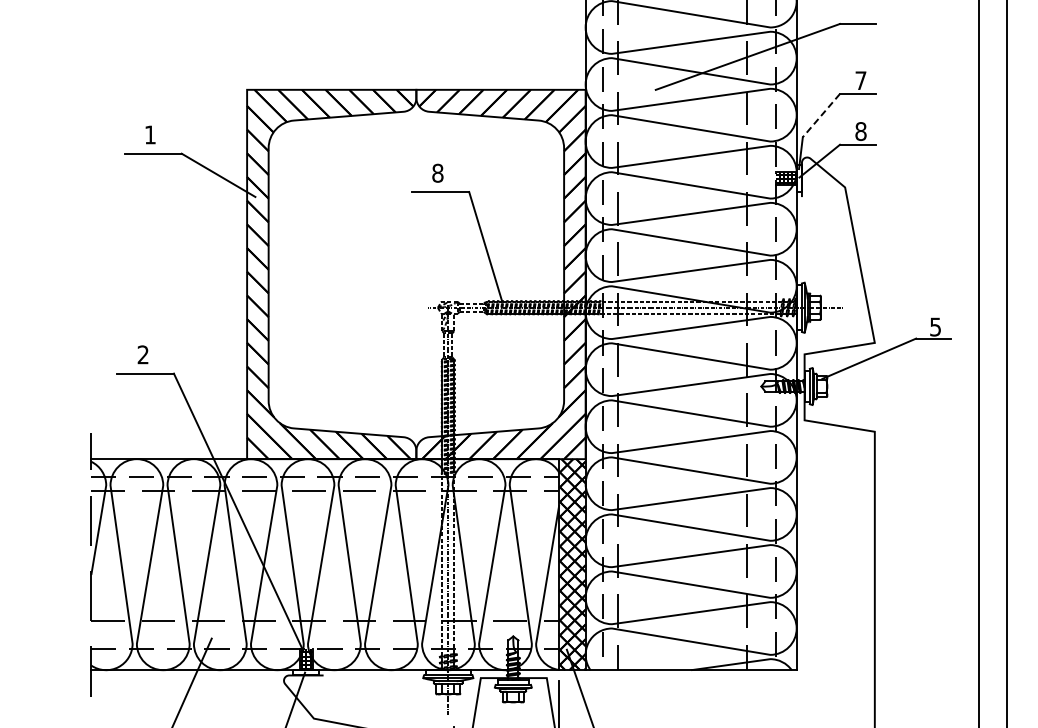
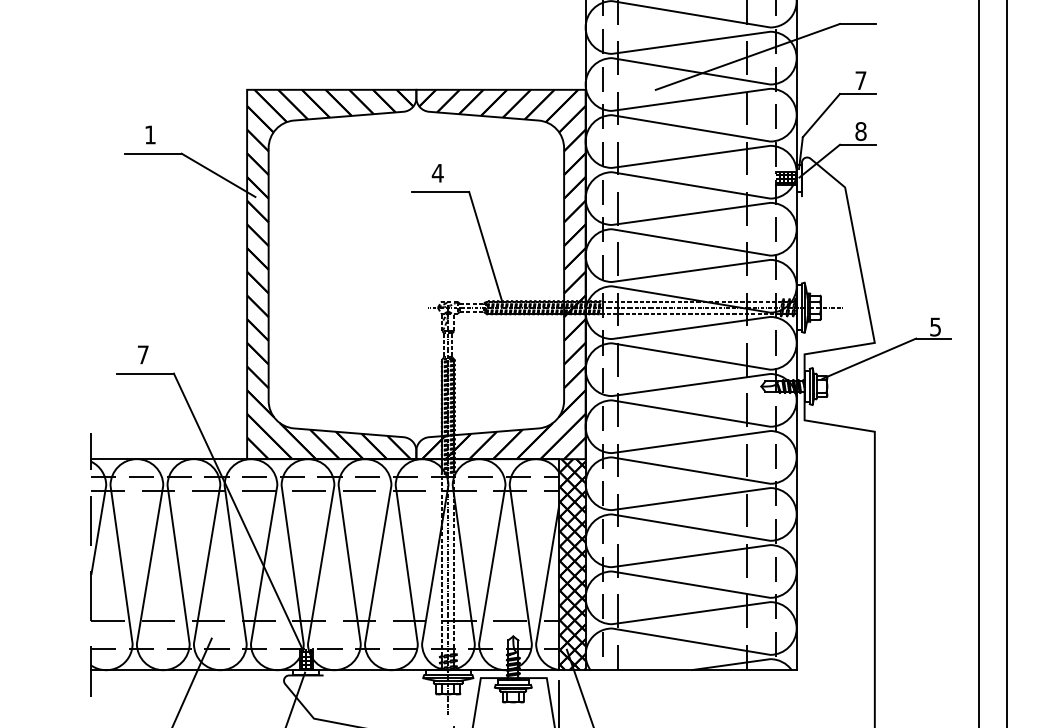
line at (821, 115): dashed -> solid
text at (437, 172): 8 -> 4
text at (142, 354): 2 -> 7
